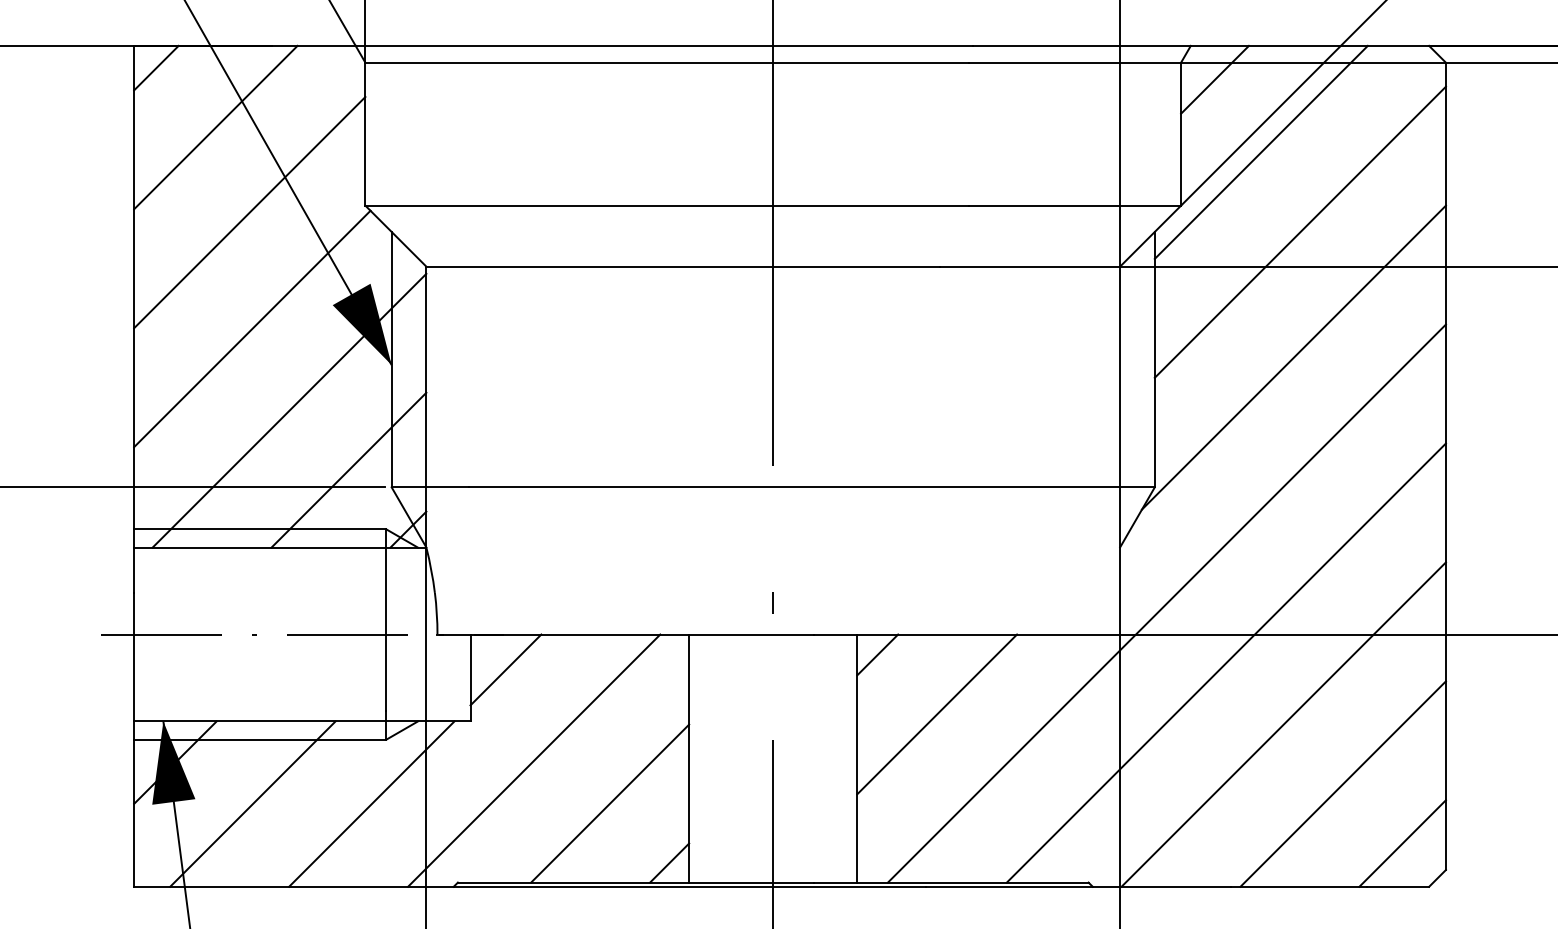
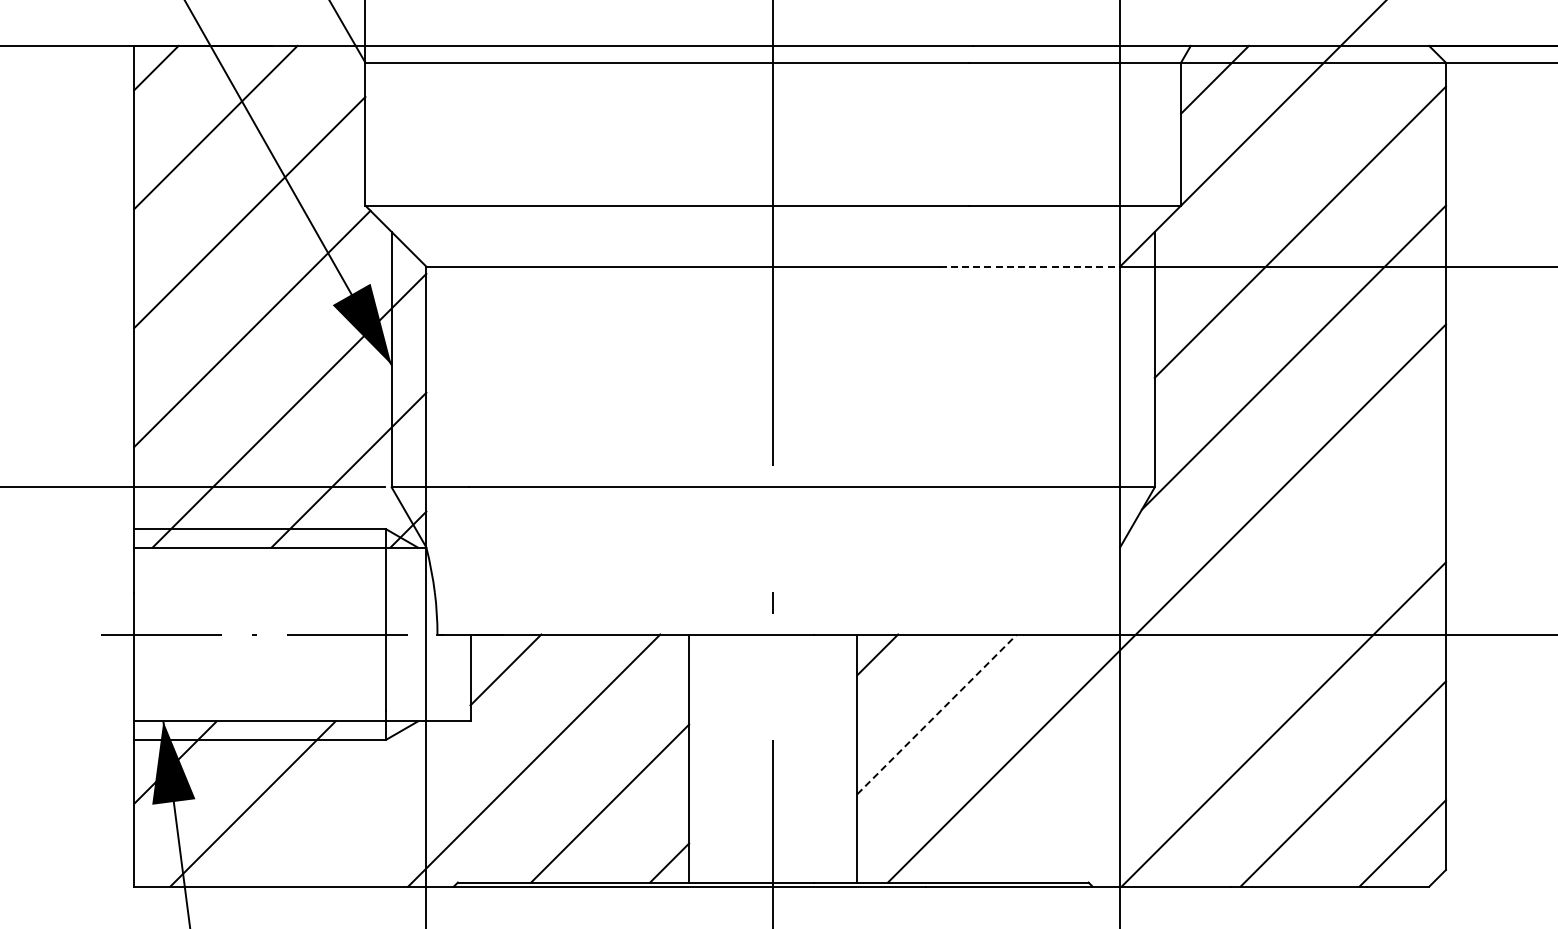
line at (1260, 151): present -> none
line at (1030, 266): solid -> dashed
line at (1225, 662): present -> none
line at (937, 714): solid -> dashed
line at (371, 803): present -> none
